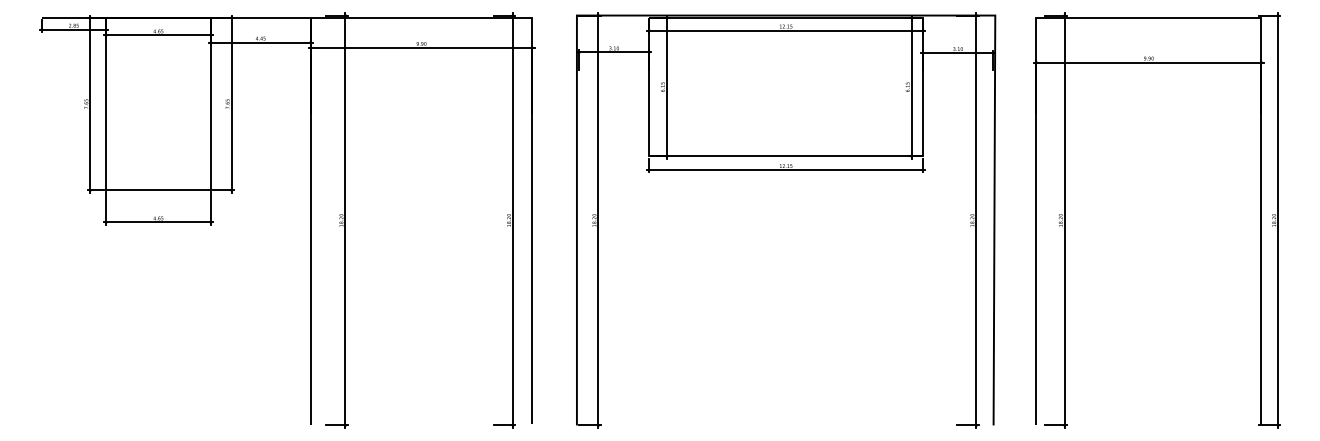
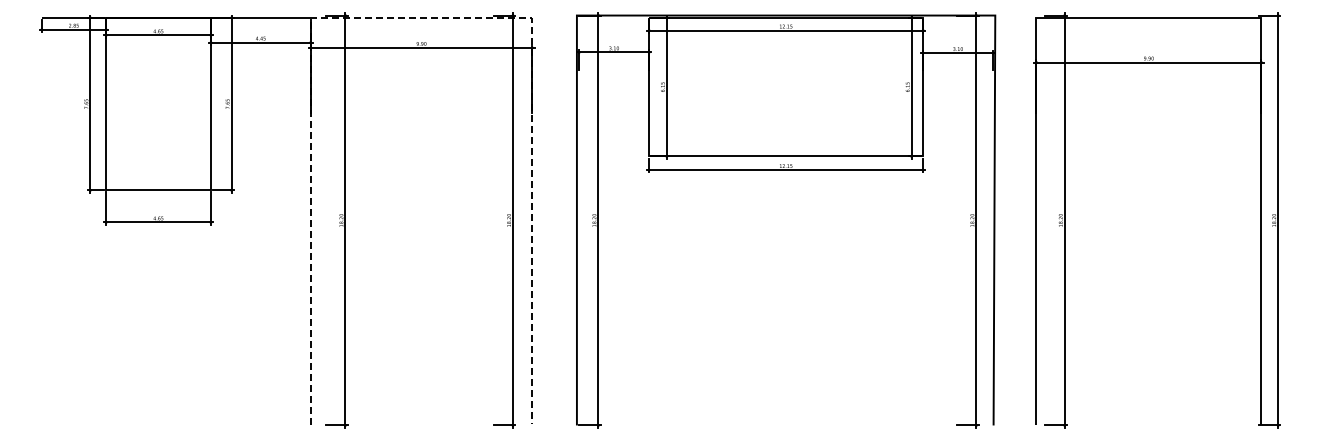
line at (421, 17): solid -> dashed
